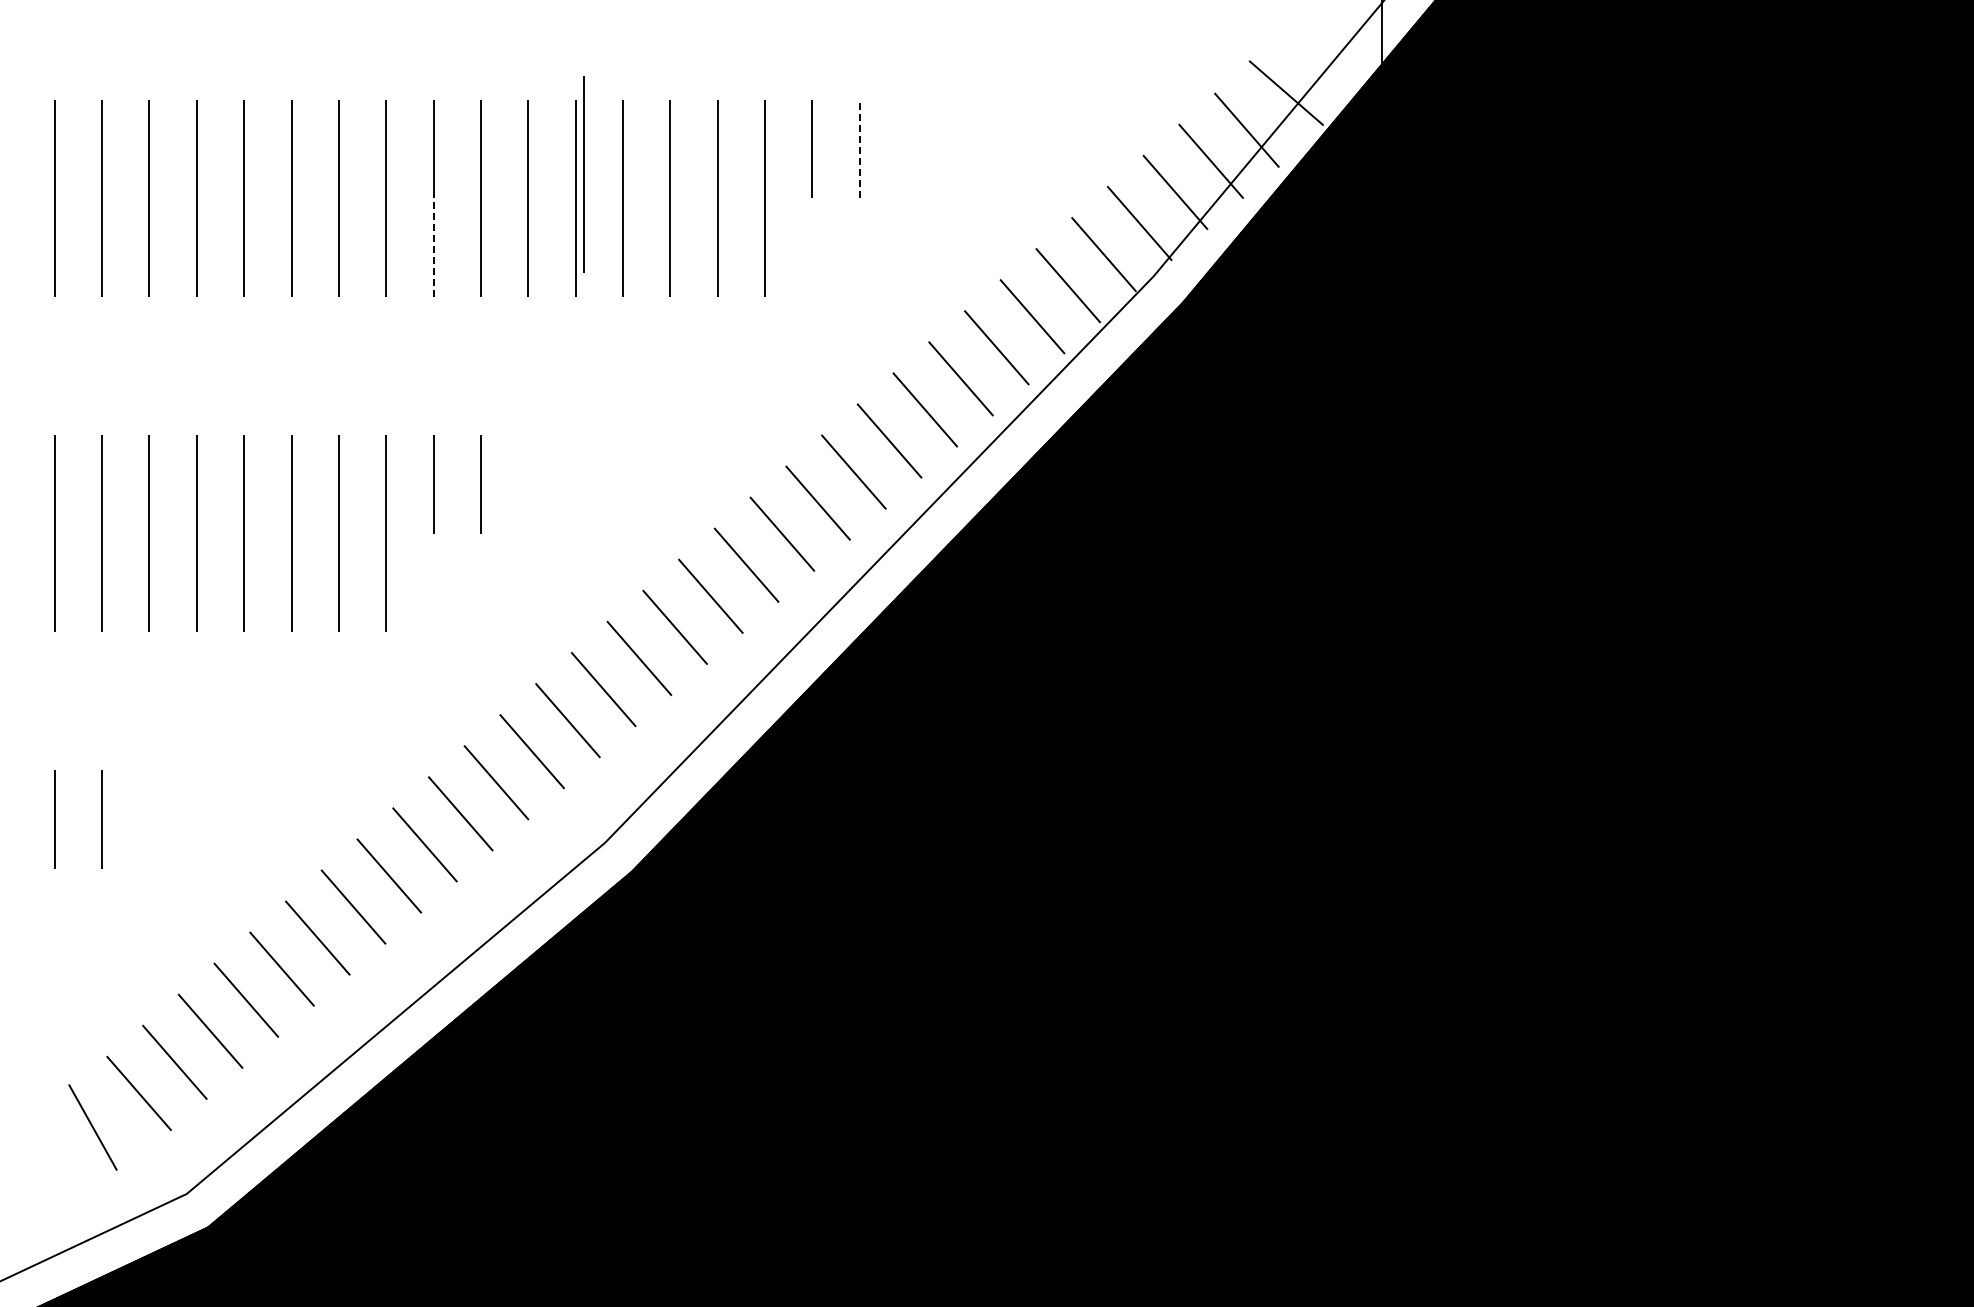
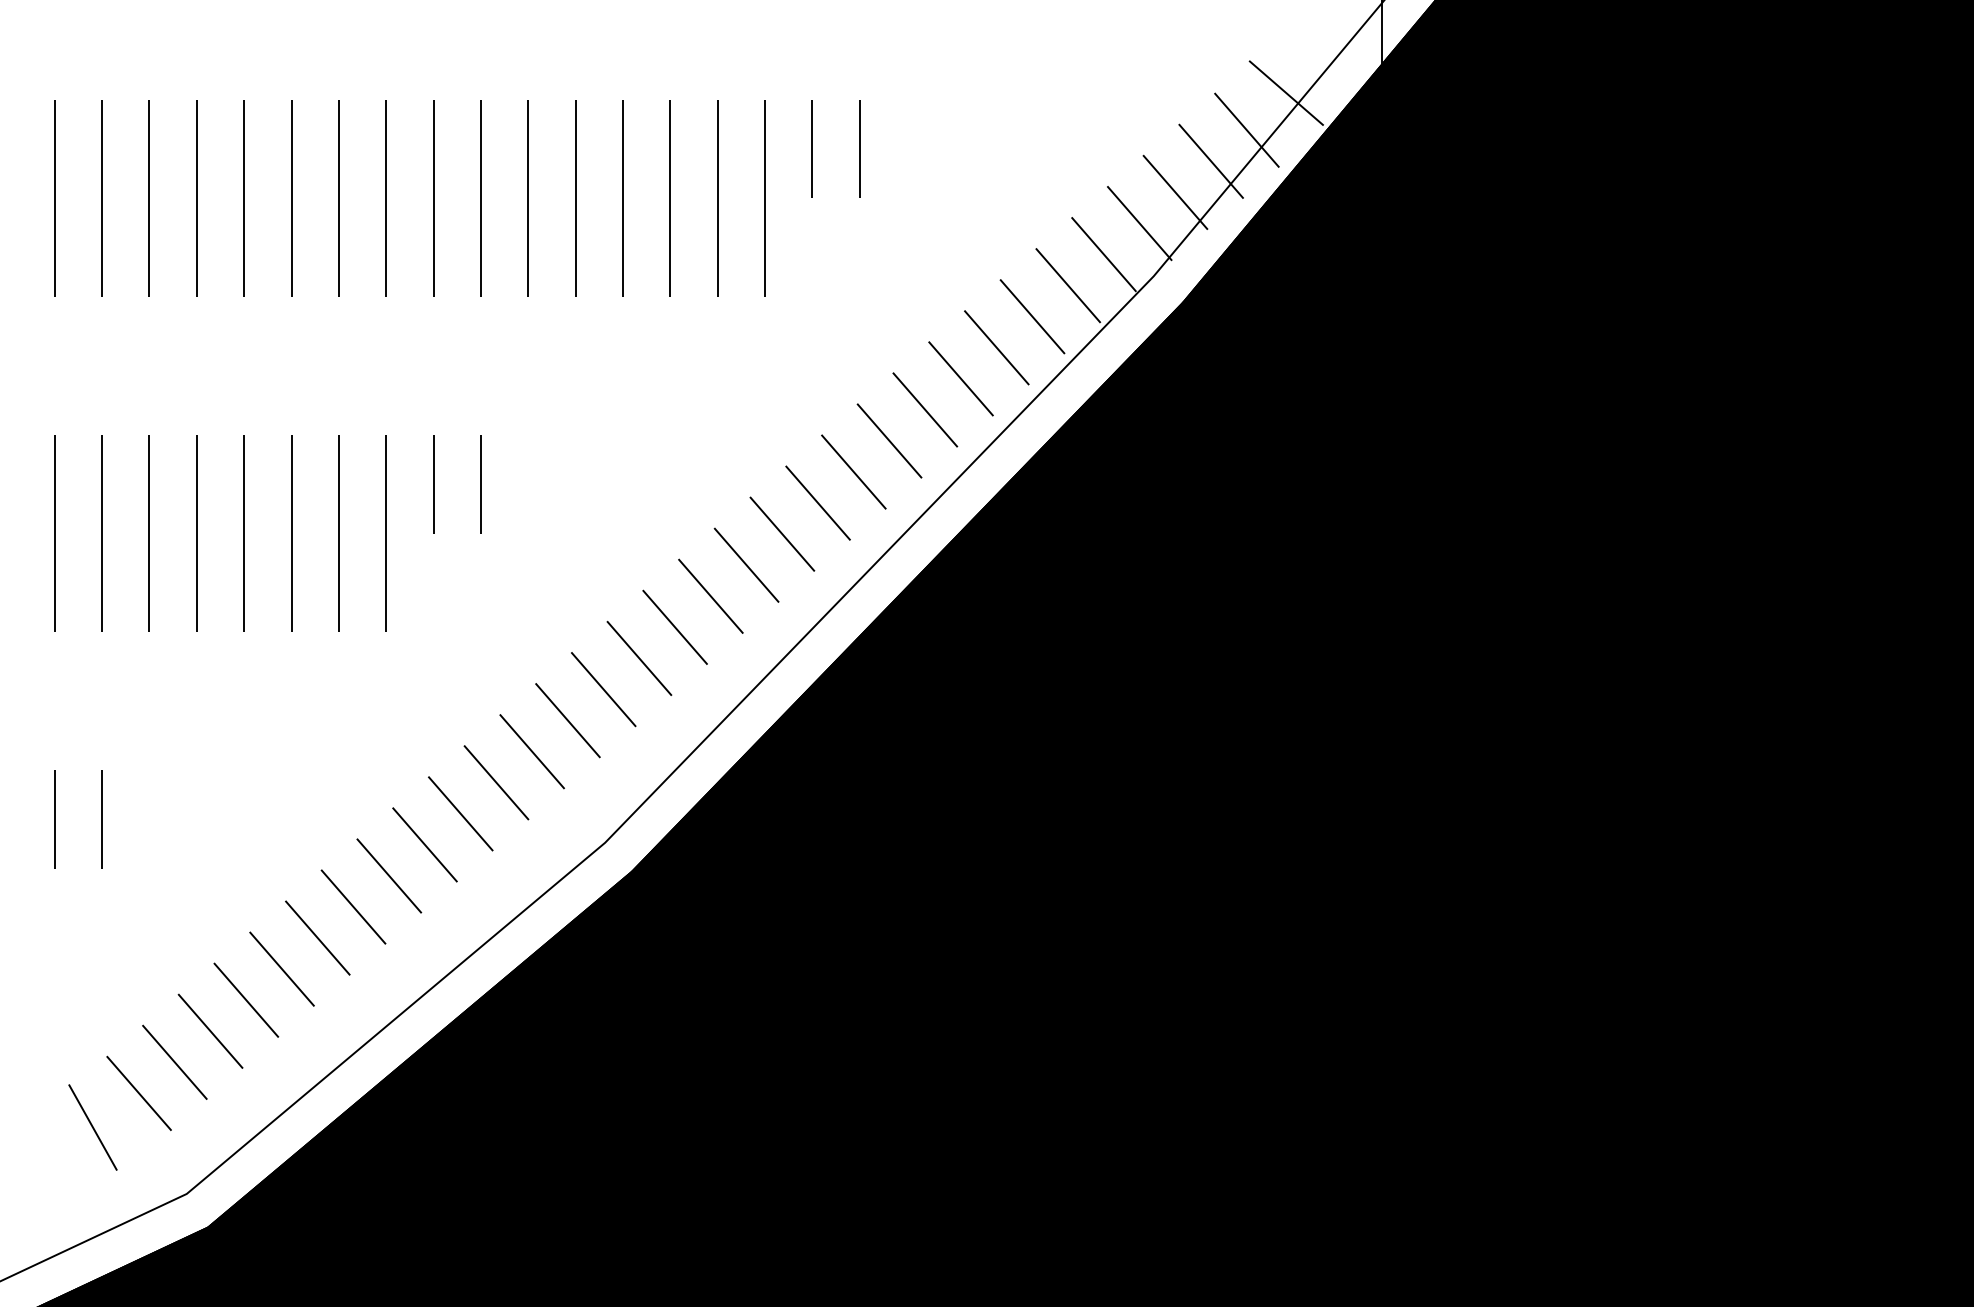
line at (859, 148): dashed -> solid
line at (583, 174): present -> none
line at (433, 247): dashed -> solid
